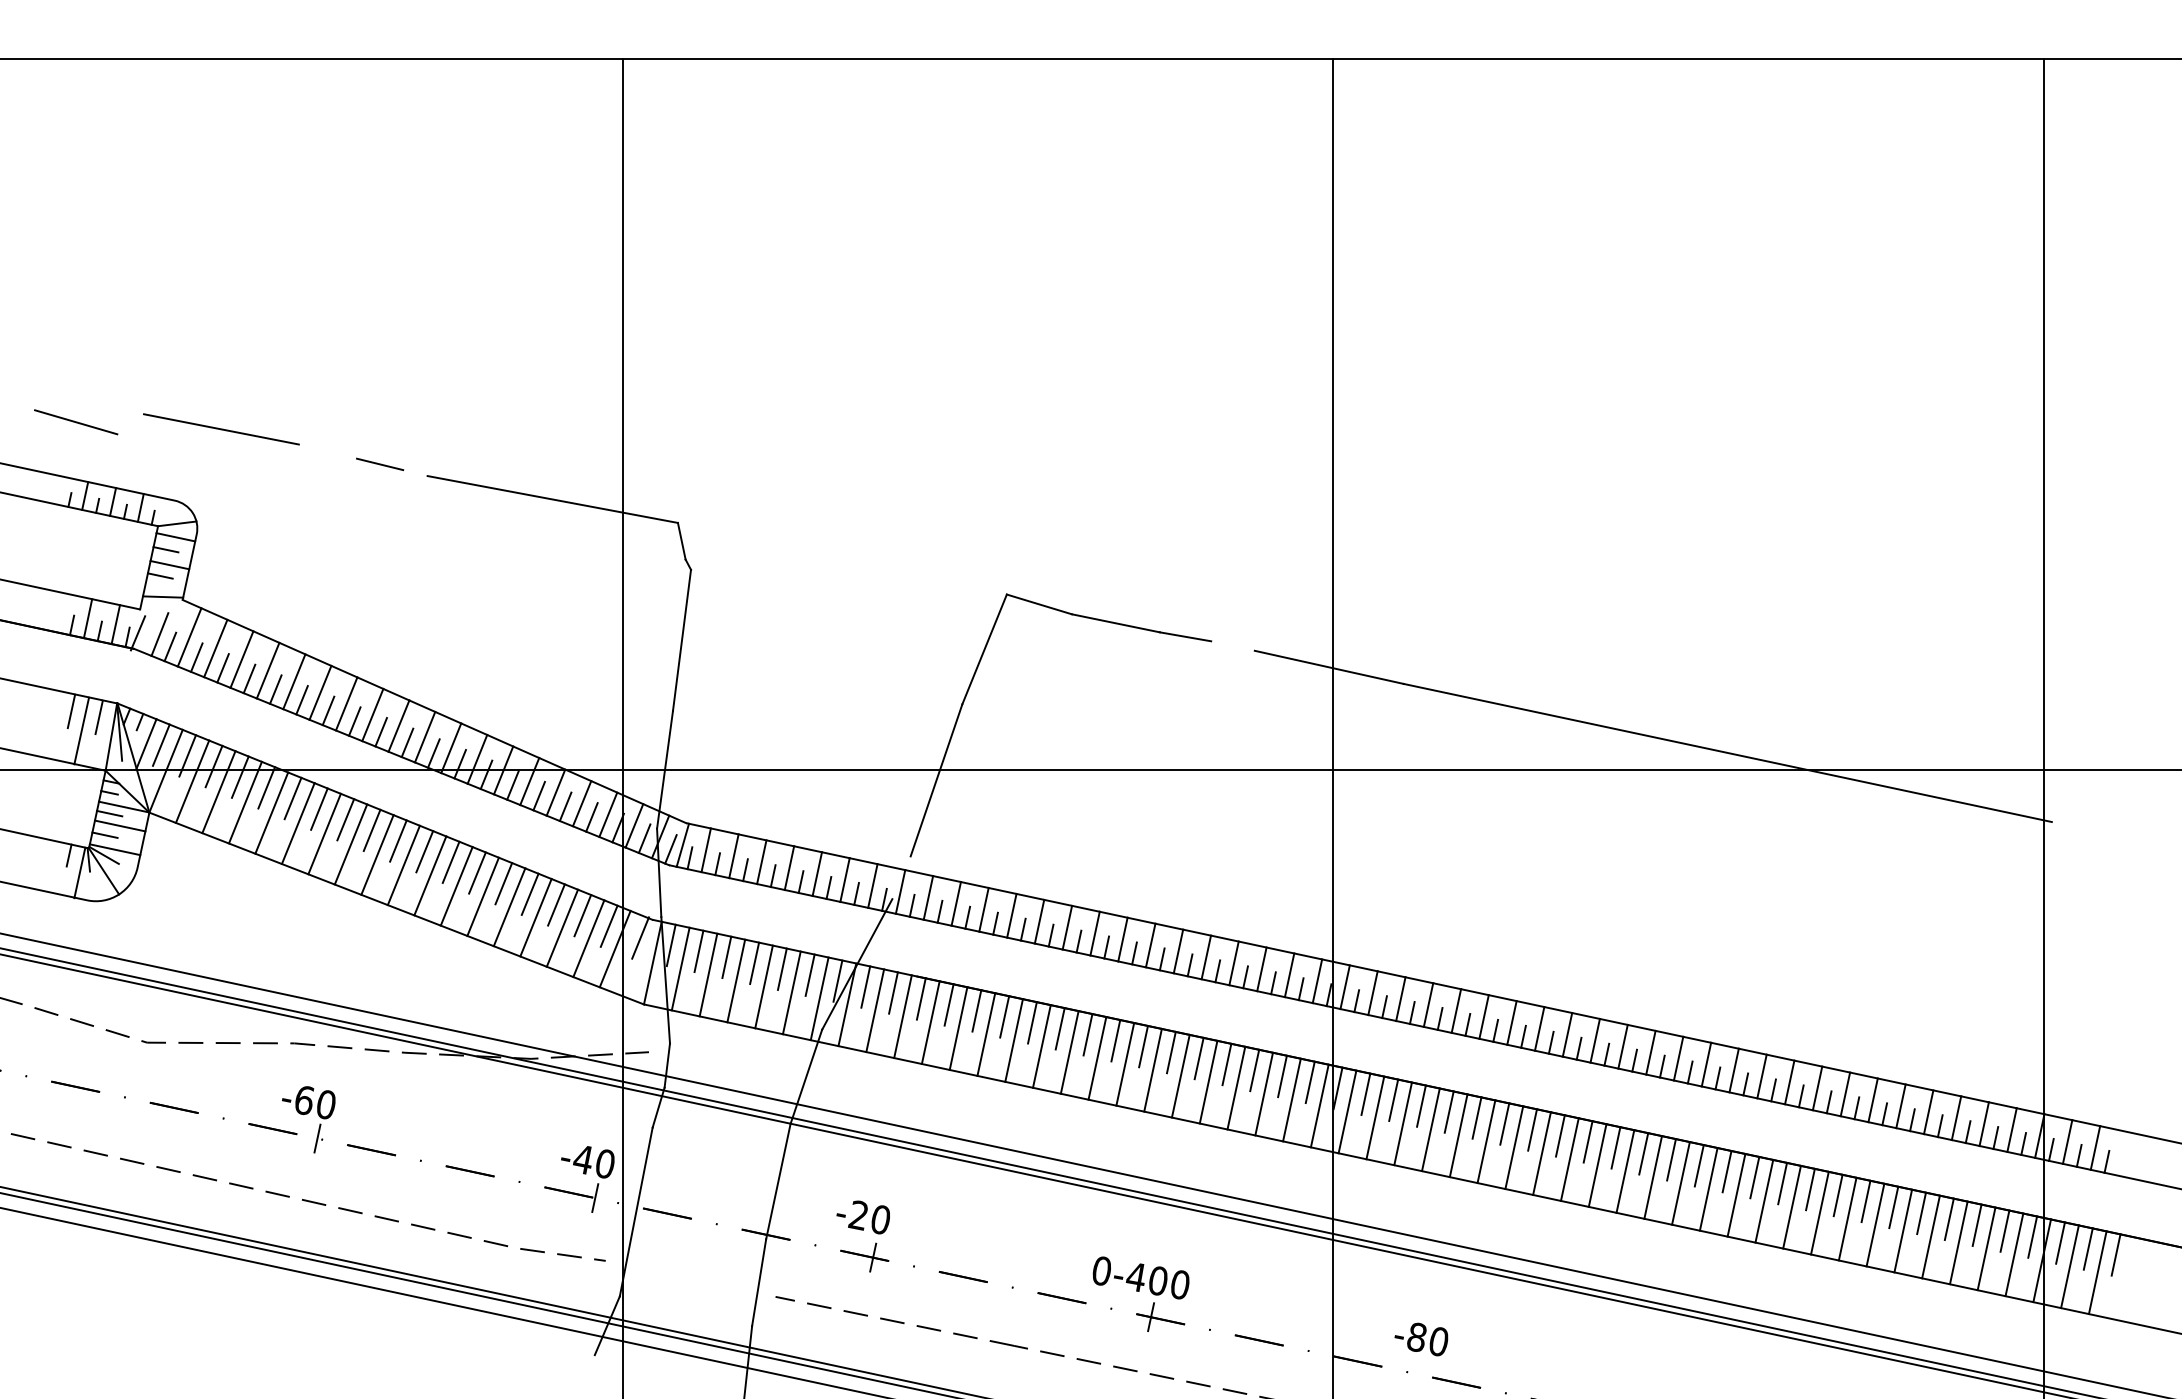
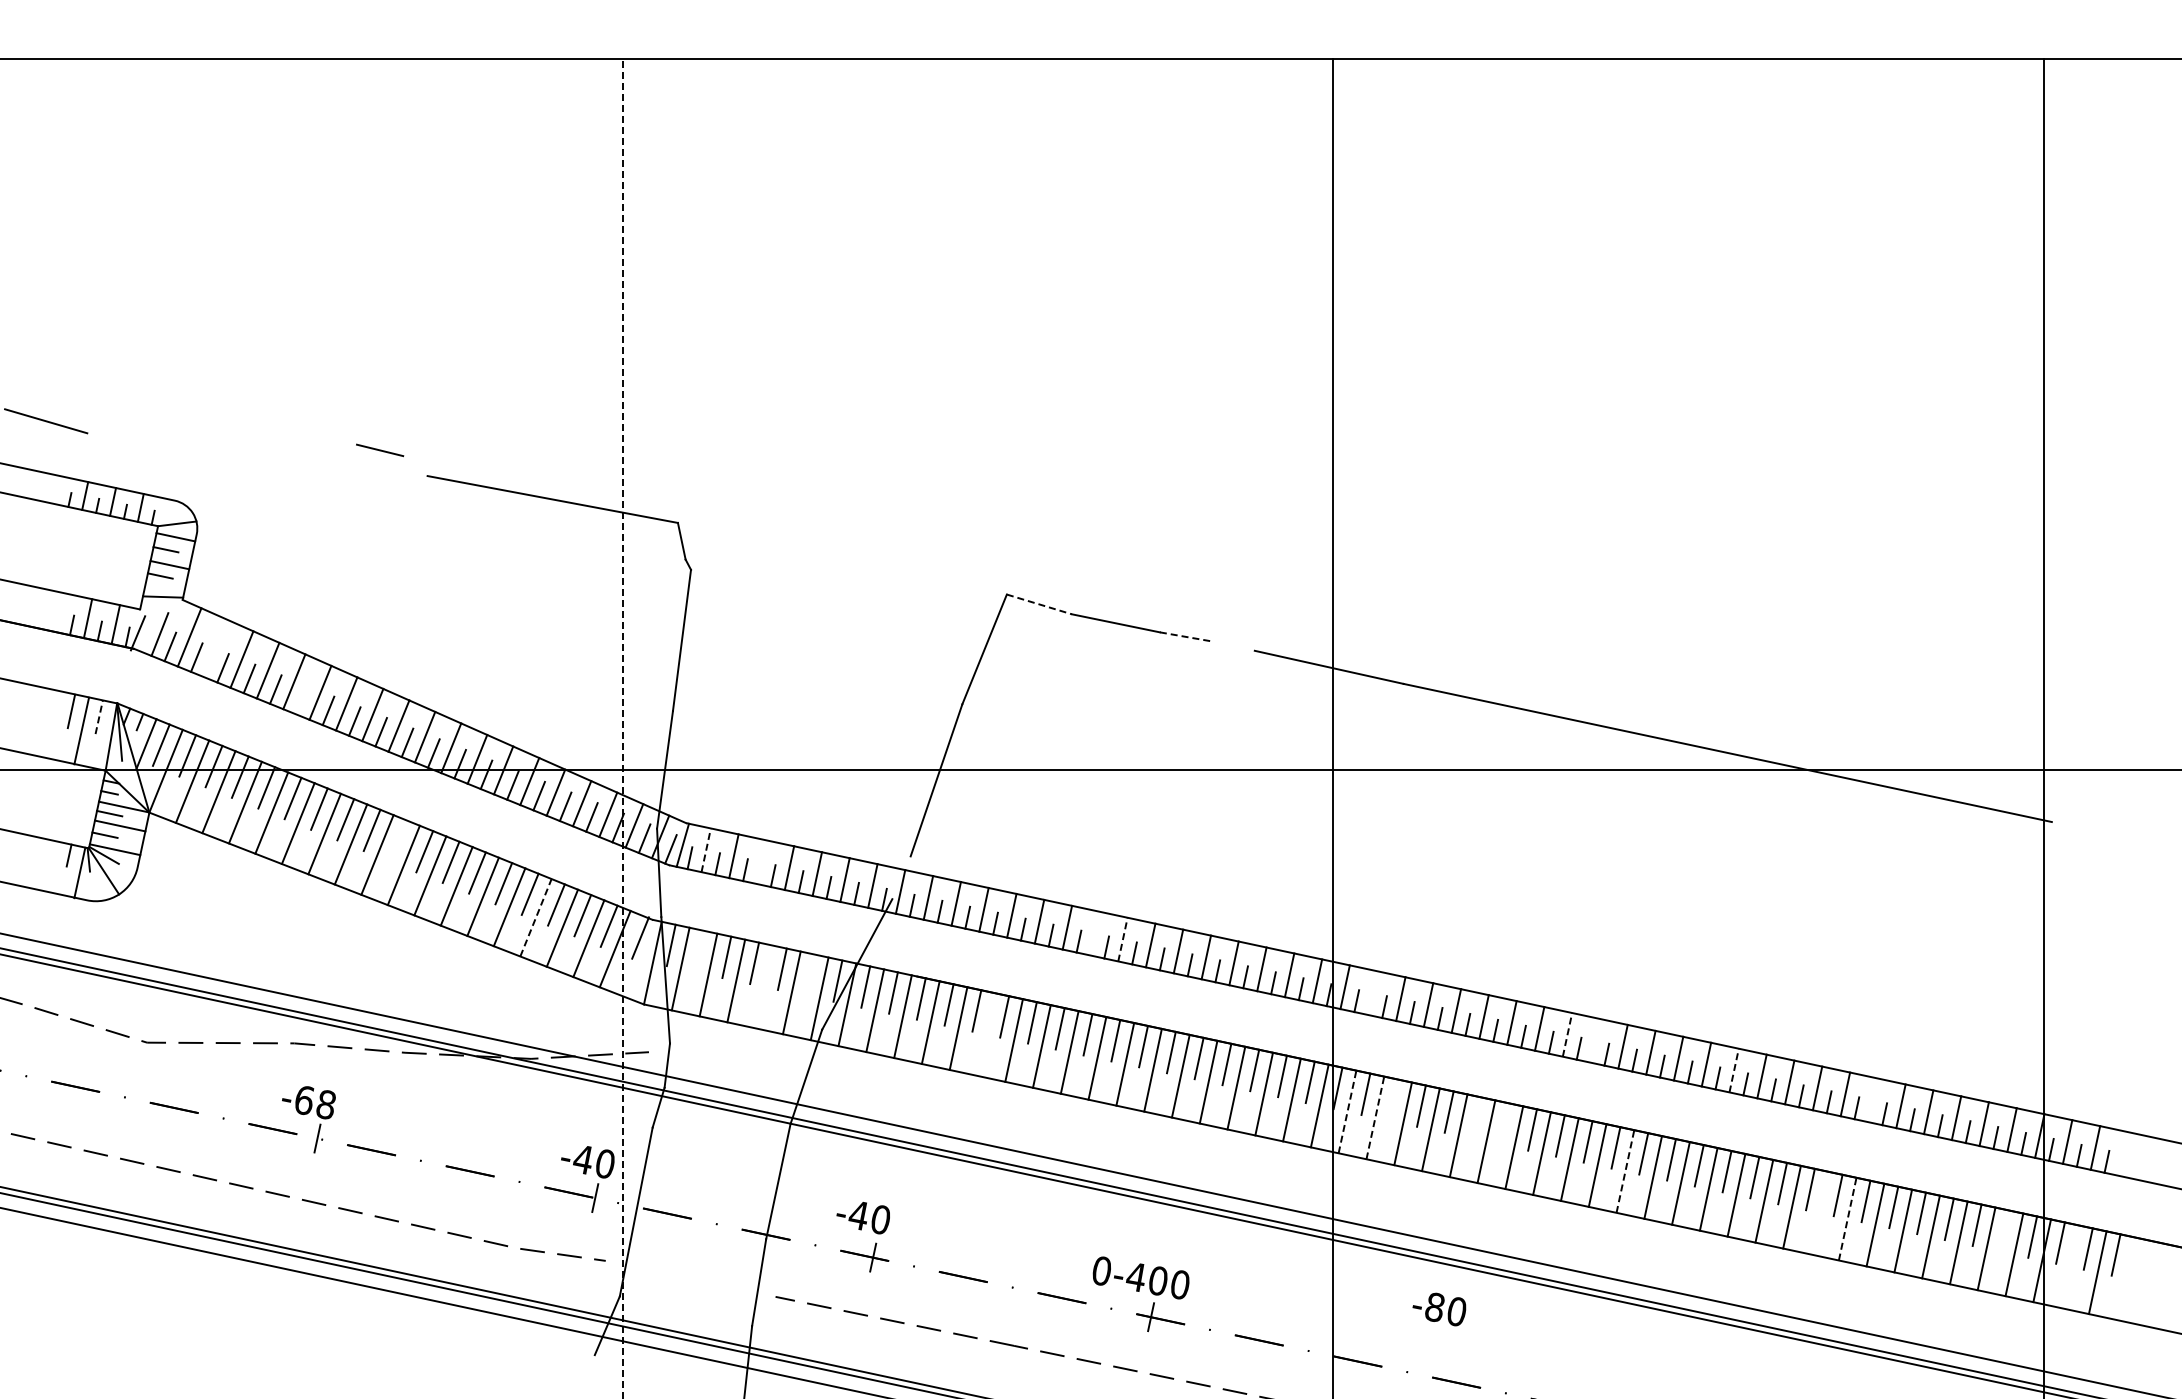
line at (76, 422) position: (76, 422) -> (46, 421)
line at (221, 429): present -> none
line at (380, 464) position: (380, 464) -> (380, 450)
line at (1039, 604): solid -> dashed
line at (1186, 636): solid -> dashed
line at (215, 648): present -> none
line at (301, 700): present -> none
line at (99, 716): solid -> dashed
line at (622, 729): solid -> dashed
line at (398, 840): present -> none
line at (706, 849): solid -> dashed
line at (761, 862): present -> none
line at (536, 917): solid -> dashed
line at (1094, 933): present -> none
line at (1123, 939): solid -> dashed
line at (698, 951): present -> none
line at (809, 974): present -> none
line at (763, 986): present -> none
line at (1372, 993): present -> none
line at (986, 1034): present -> none
line at (1567, 1034): solid -> dashed
line at (1594, 1040): present -> none
line at (1734, 1070): solid -> dashed
line at (1393, 1099): present -> none
line at (1872, 1100): present -> none
text at (325, 1104): -60 -> -68
line at (1347, 1111): solid -> dashed
line at (1375, 1117): solid -> dashed
line at (1476, 1117): present -> none
line at (1504, 1123): present -> none
line at (1625, 1171): solid -> dashed
line at (1819, 1212): present -> none
text at (857, 1215): -20 -> -40
line at (1847, 1218): solid -> dashed
line at (2004, 1230): present -> none
line at (2069, 1266): present -> none
text at (1421, 1339) position: (1421, 1339) -> (1439, 1309)
